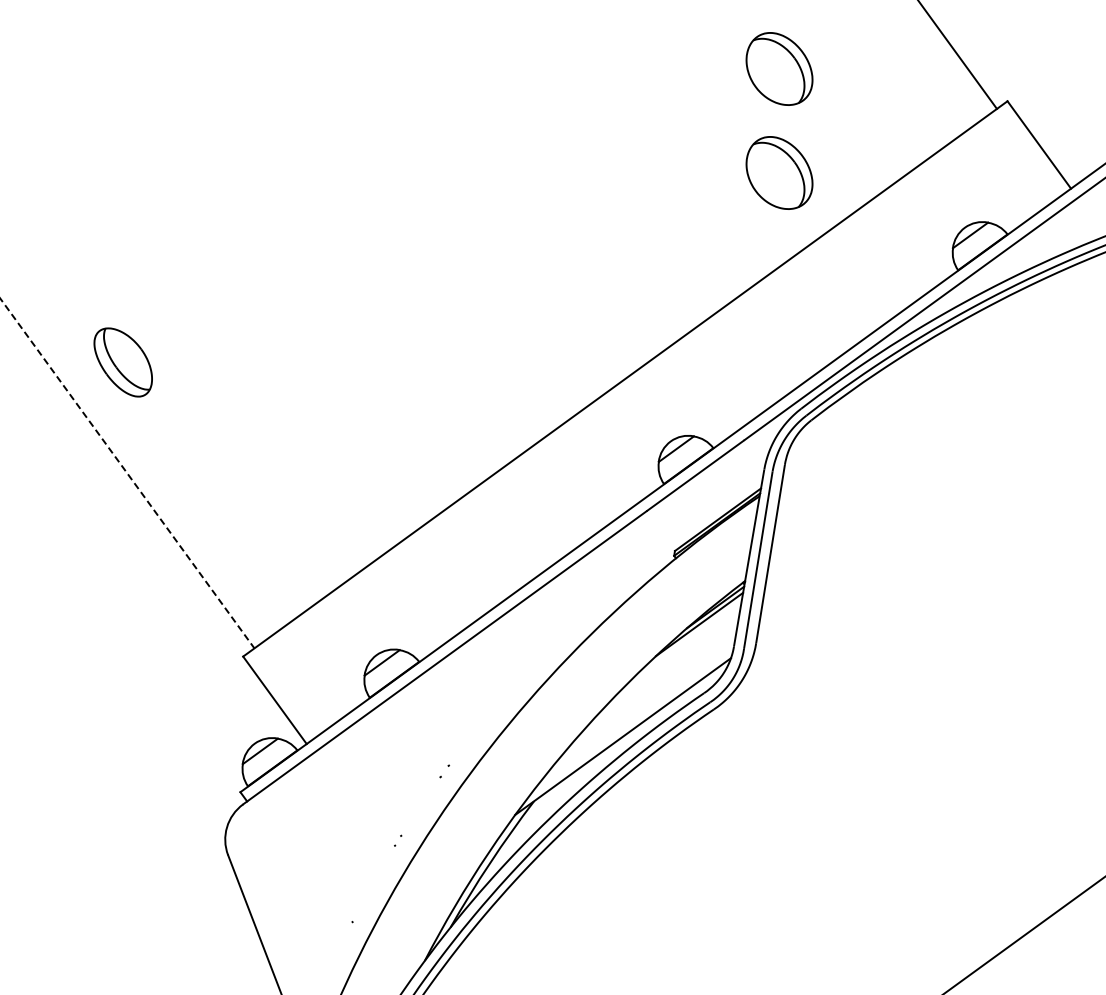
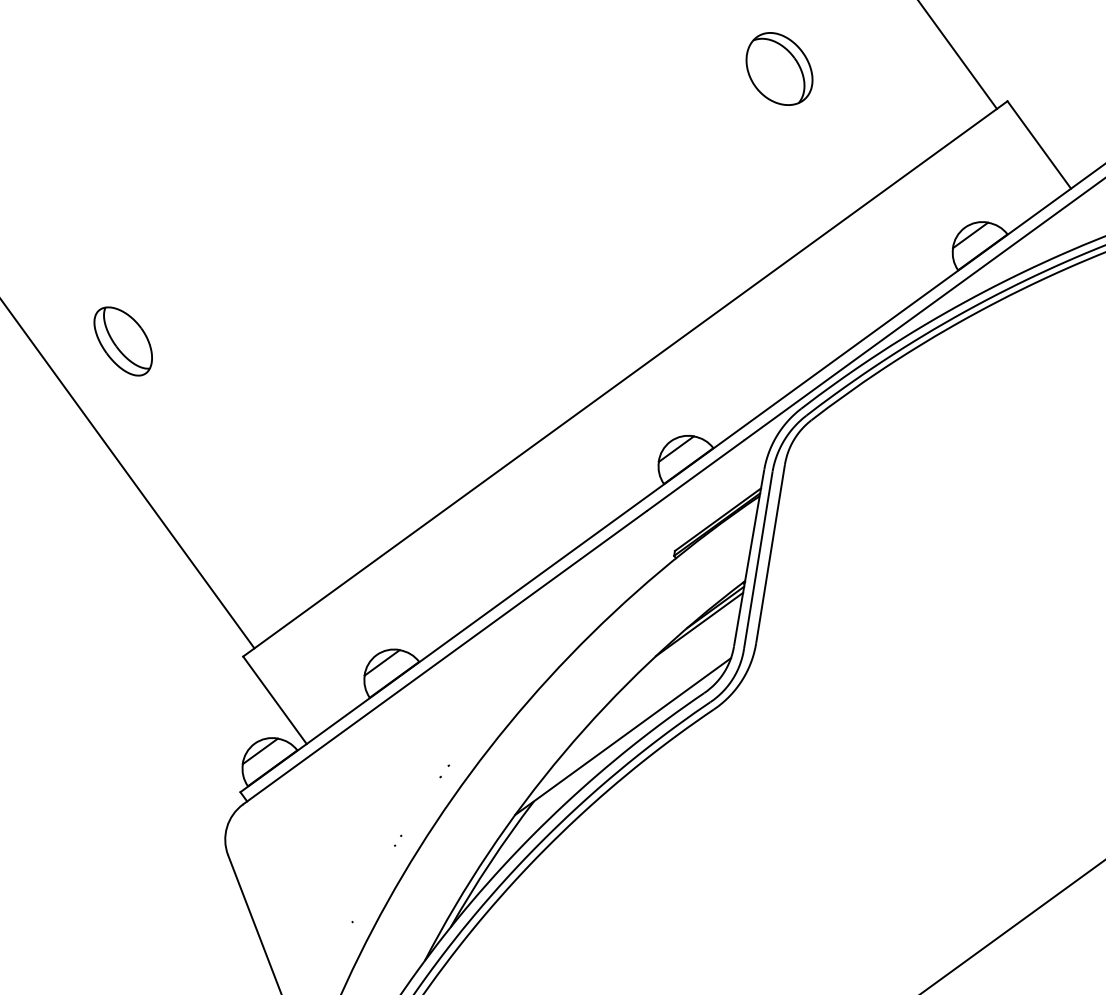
part at (779, 172): present -> none
part at (122, 362) position: (122, 362) -> (122, 341)
line at (127, 473): dashed -> solid
line at (1024, 934) position: (1024, 934) -> (1012, 926)
